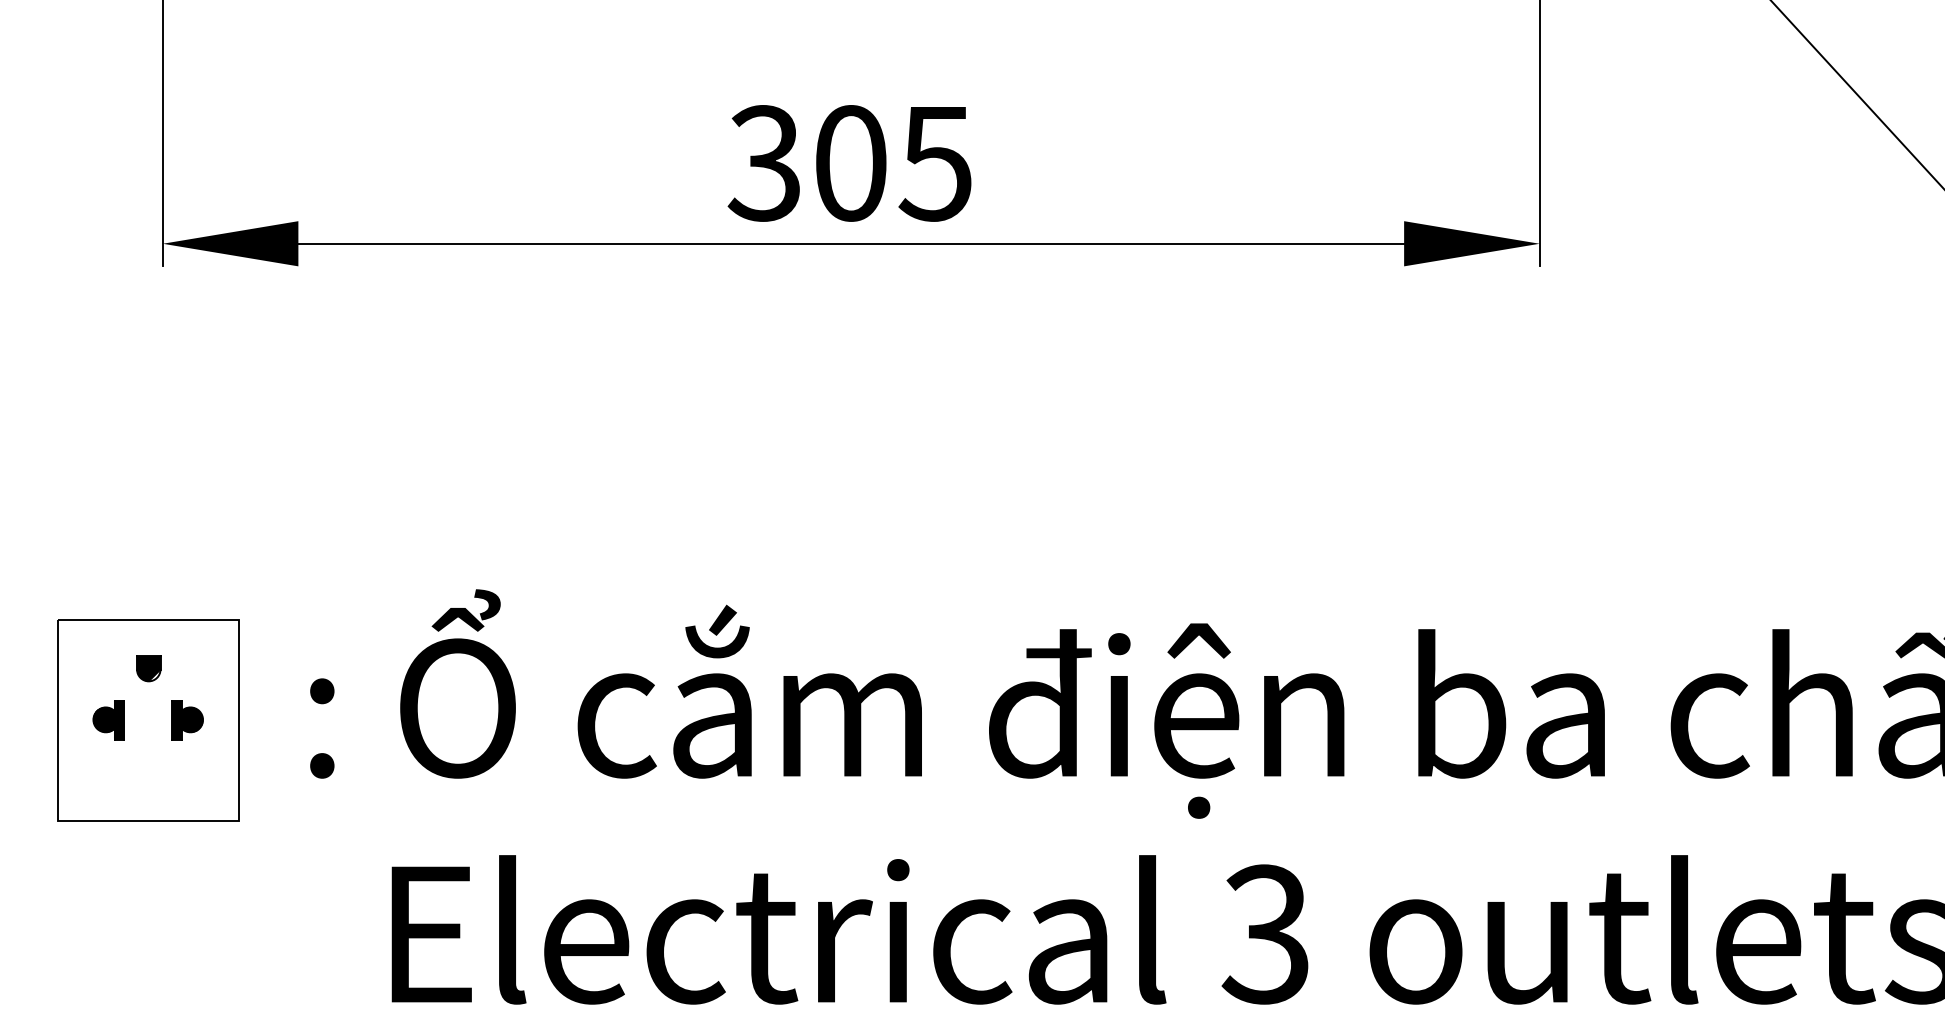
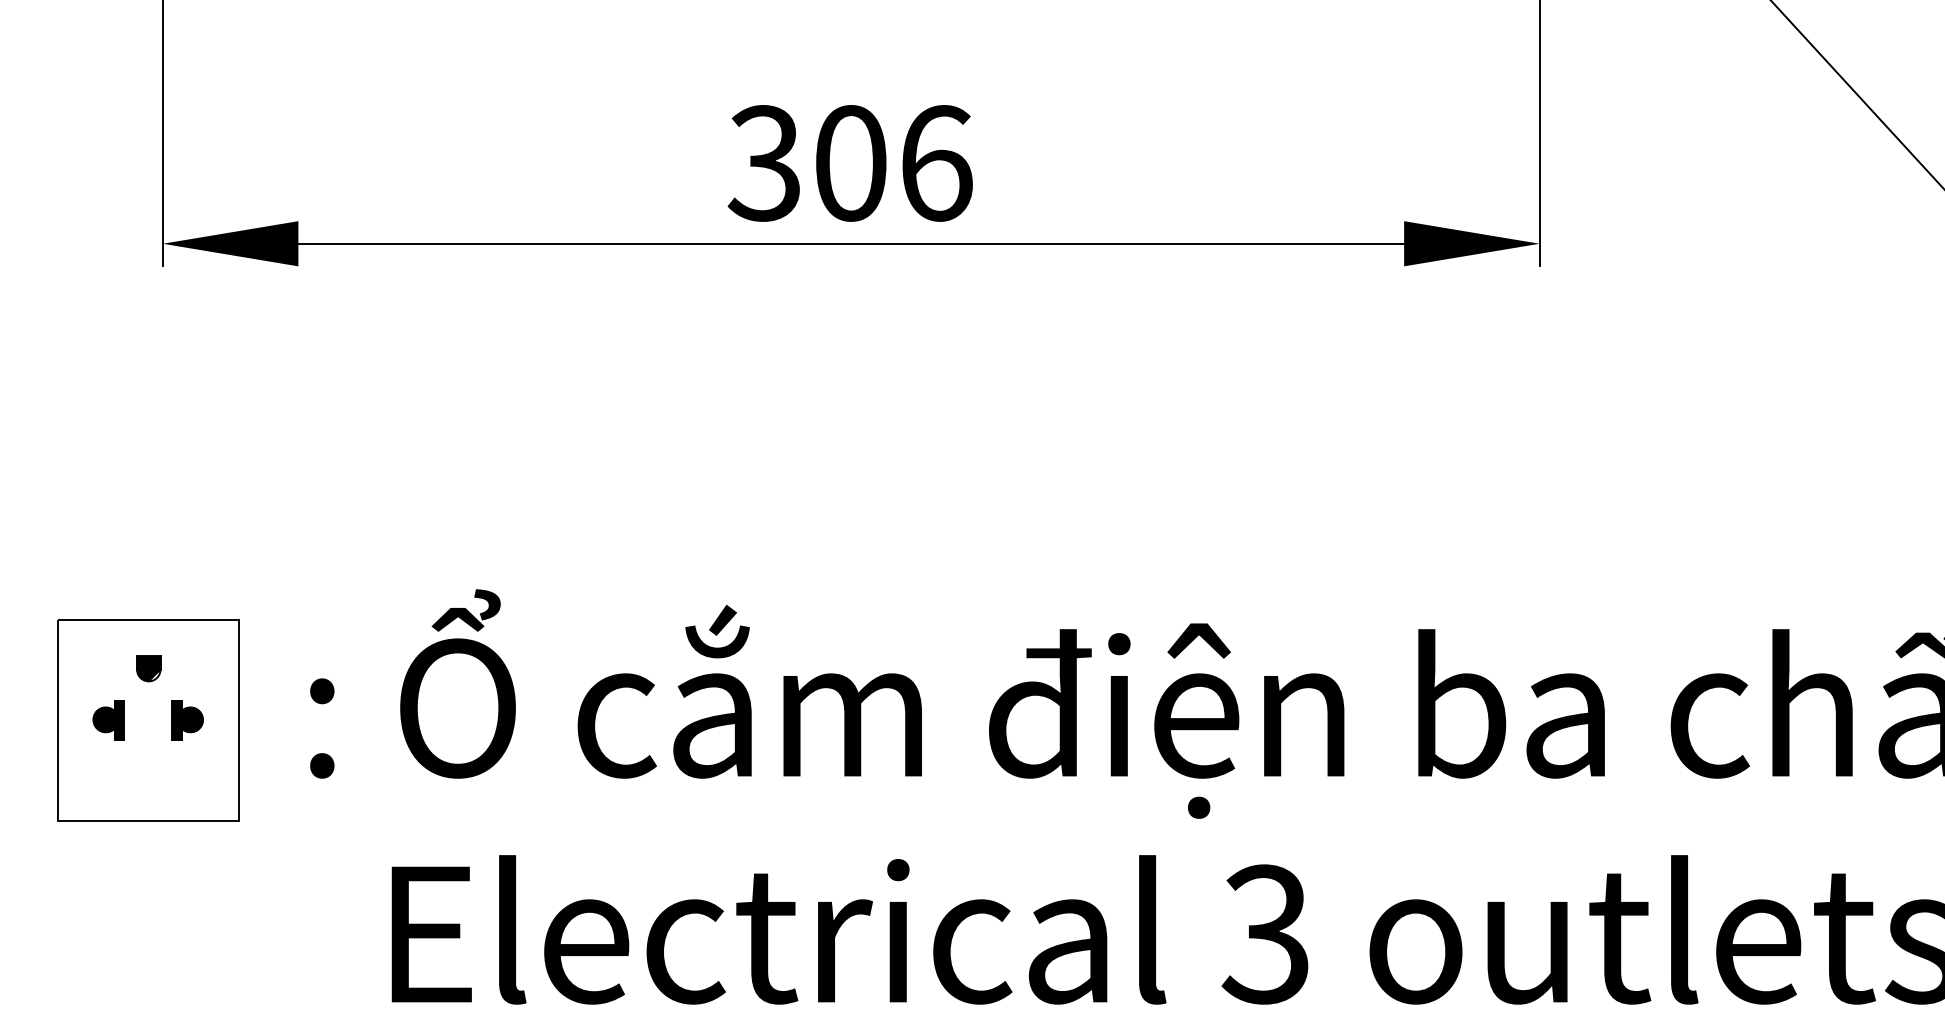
text at (935, 163): 305 -> 306
